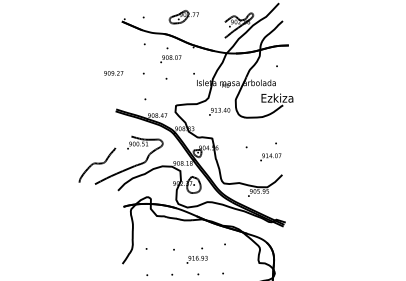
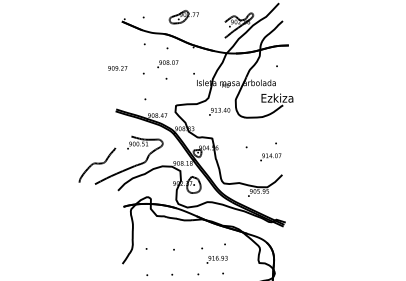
text at (170, 59) position: (170, 59) -> (167, 64)
text at (113, 73) position: (113, 73) -> (117, 68)
text at (196, 259) position: (196, 259) -> (216, 259)
